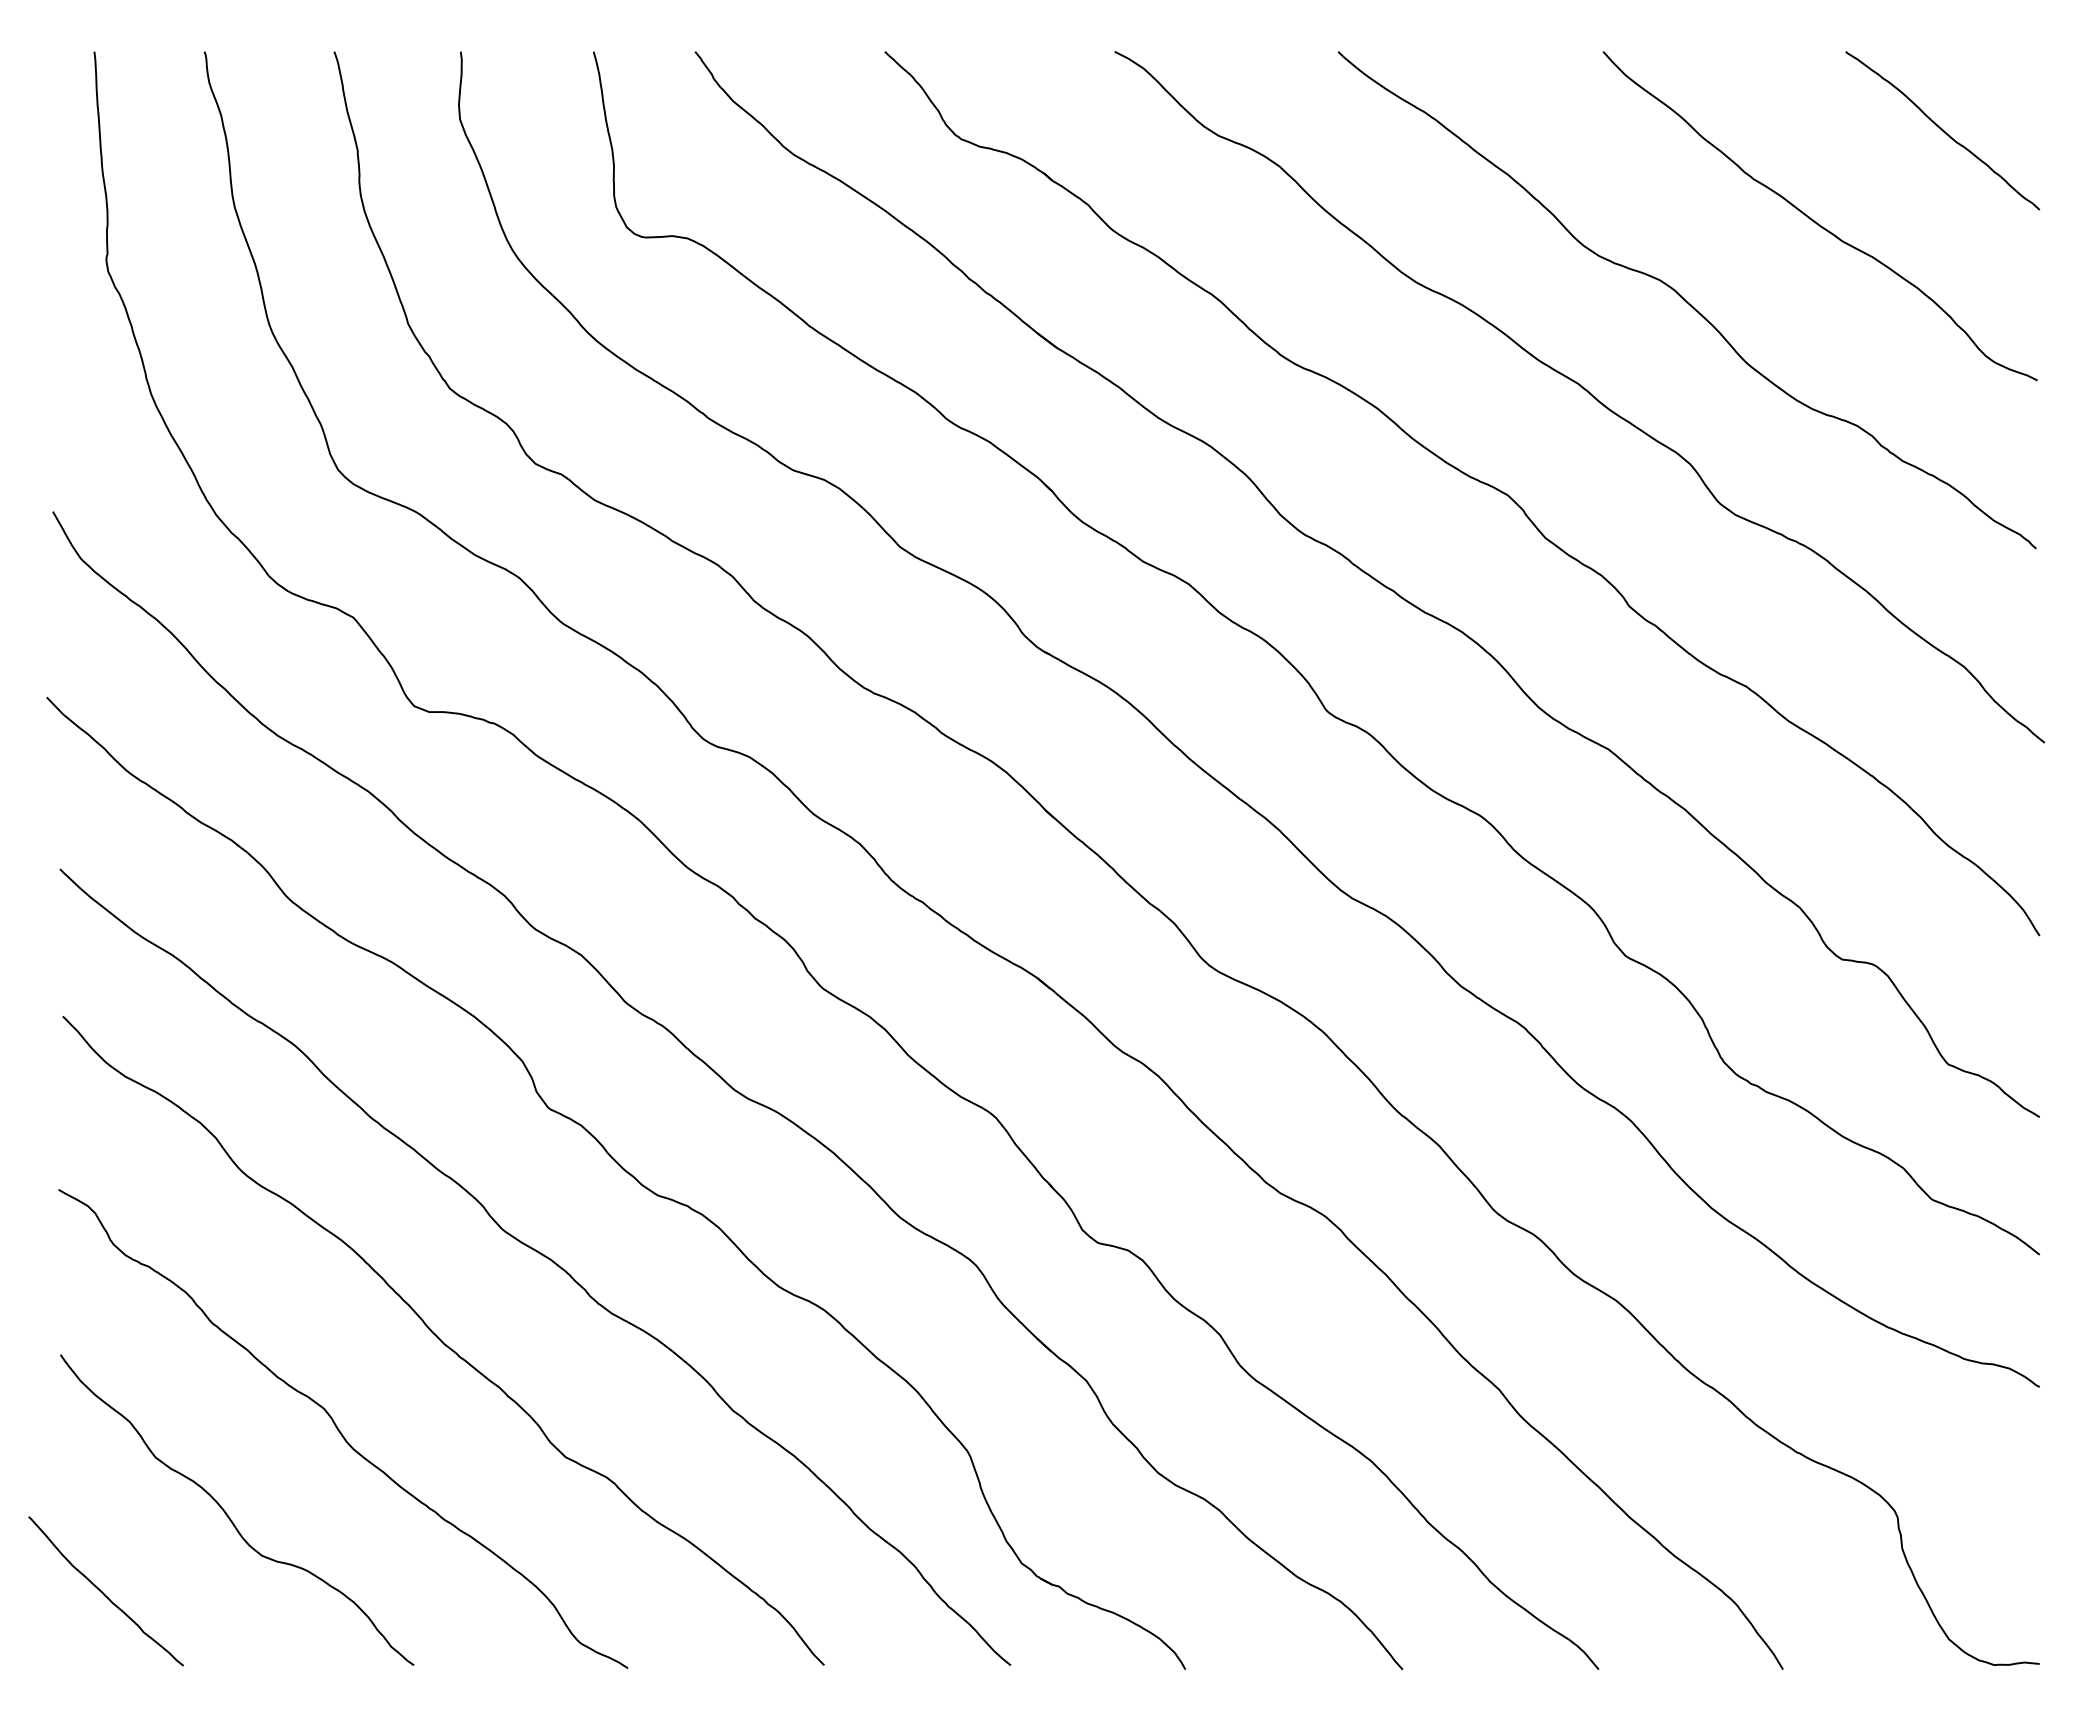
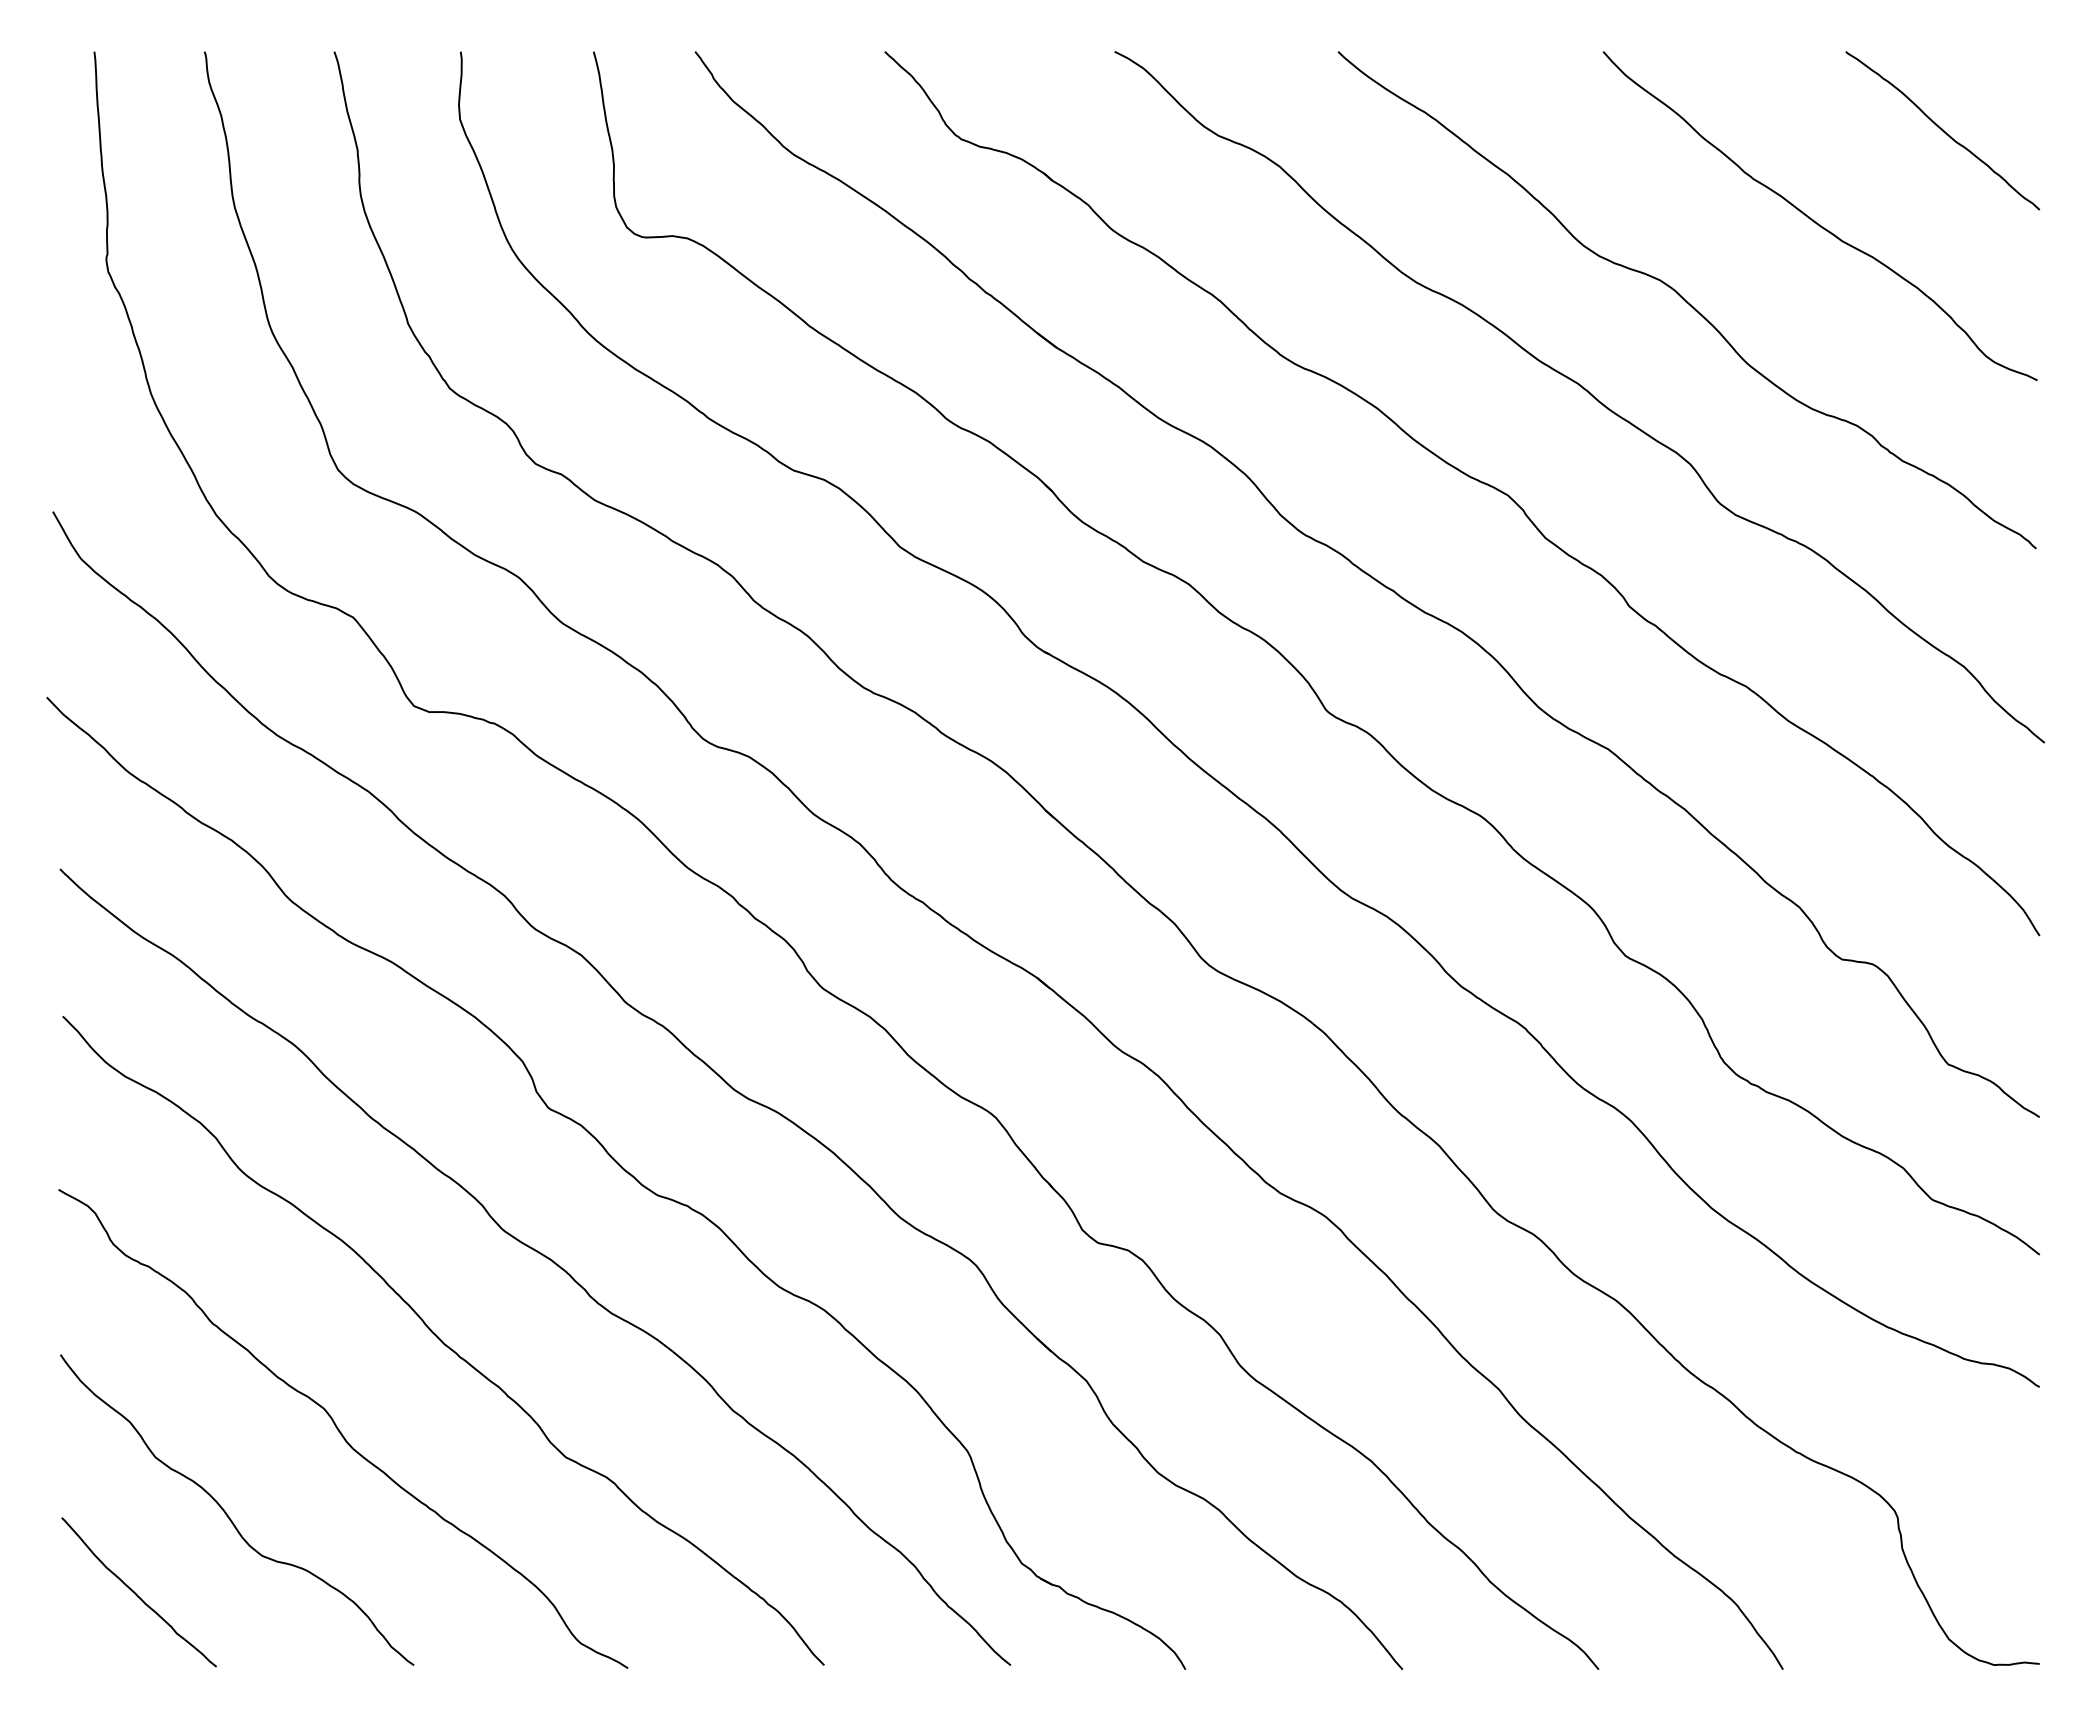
curve at (103, 1592) position: (103, 1592) -> (136, 1593)
